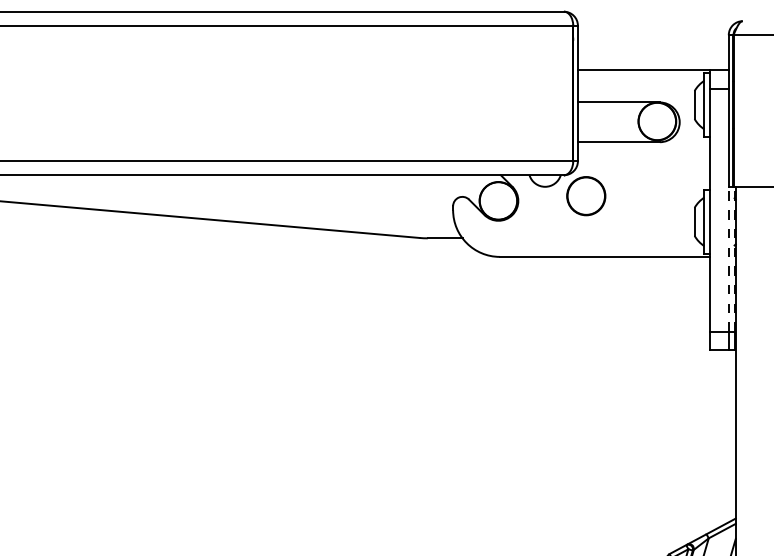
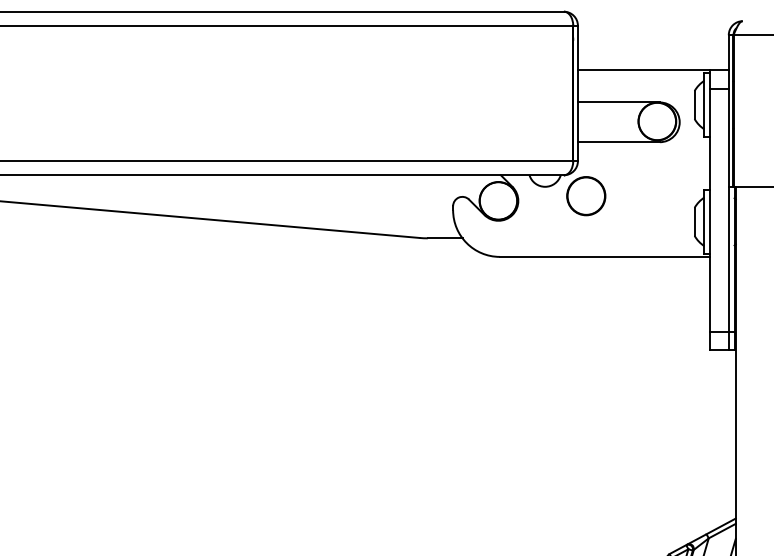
line at (728, 258): dashed -> solid
line at (734, 258): dashed -> solid
